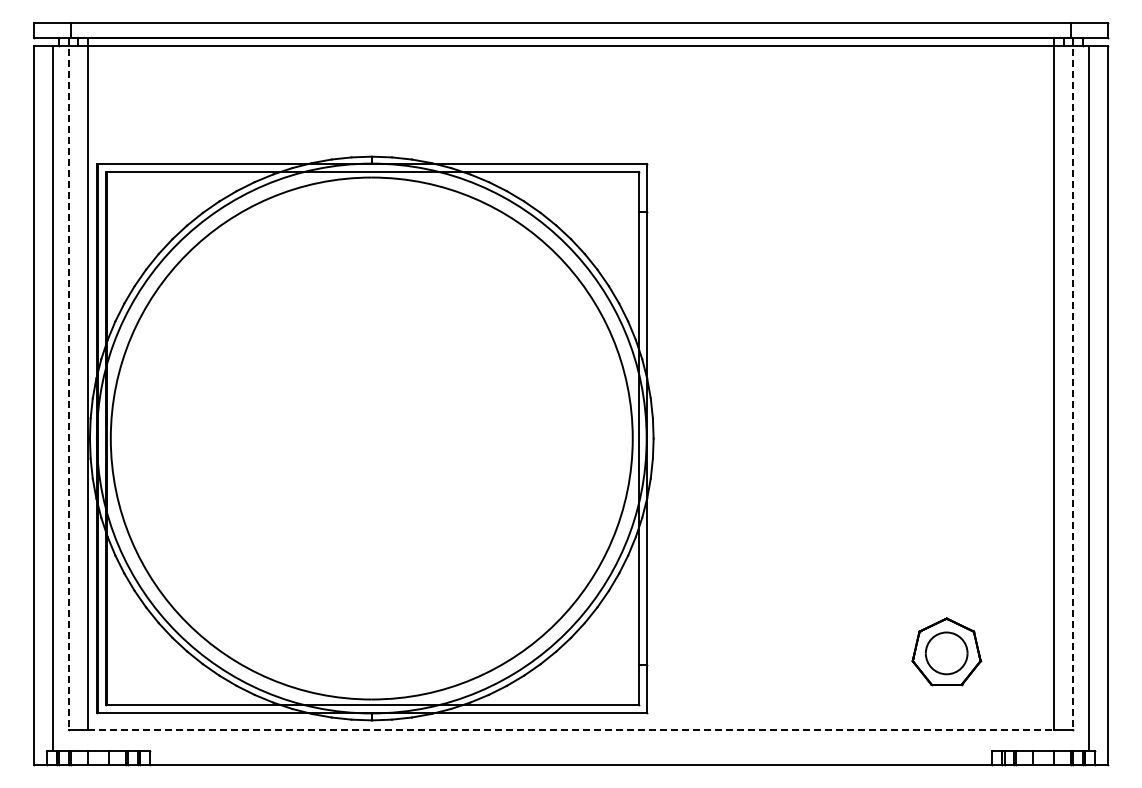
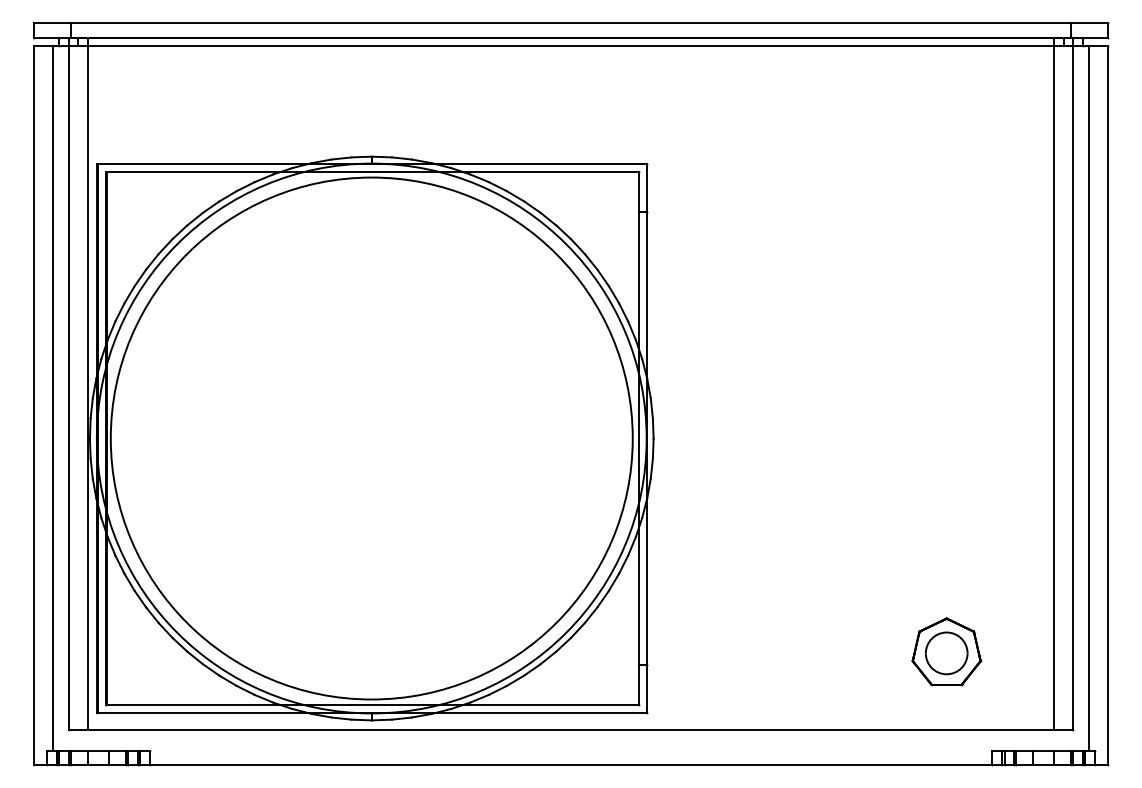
line at (69, 384): dashed -> solid
line at (1072, 384): dashed -> solid
line at (571, 729): dashed -> solid
